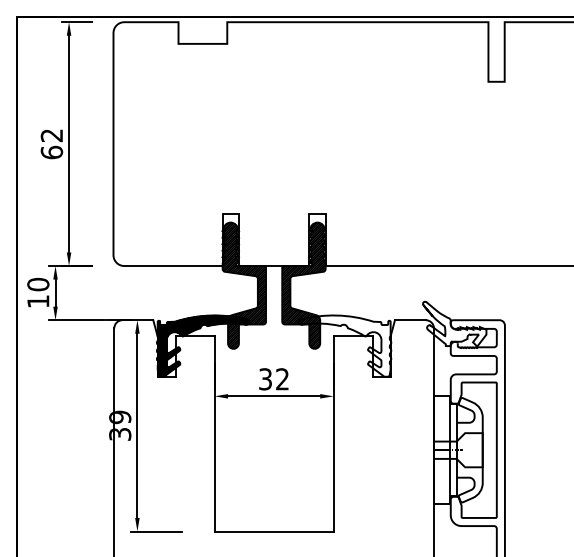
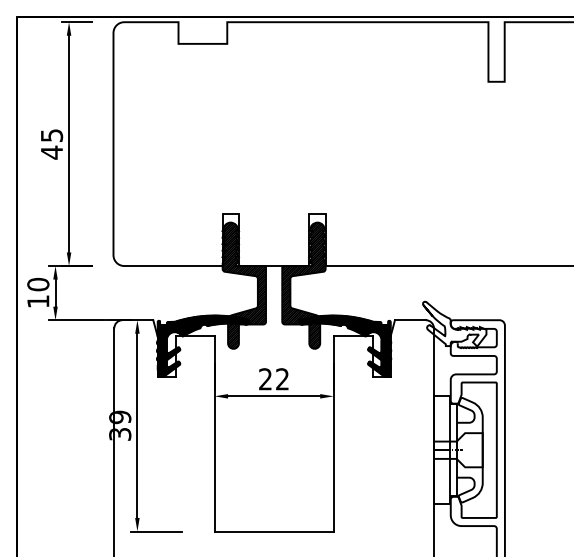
text at (51, 144): 62 -> 45
hatch at (345, 345): none -> present
text at (265, 379): 32 -> 22
